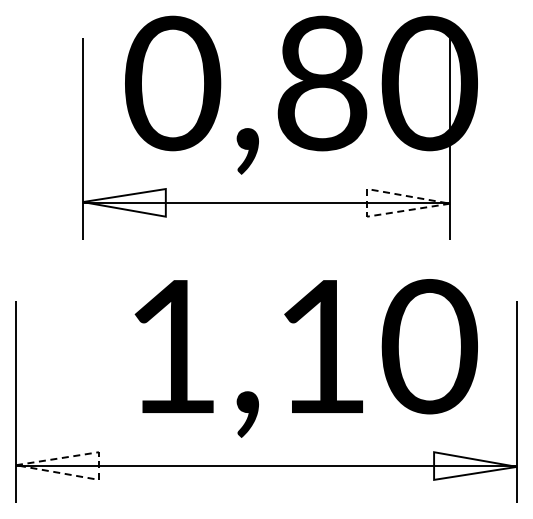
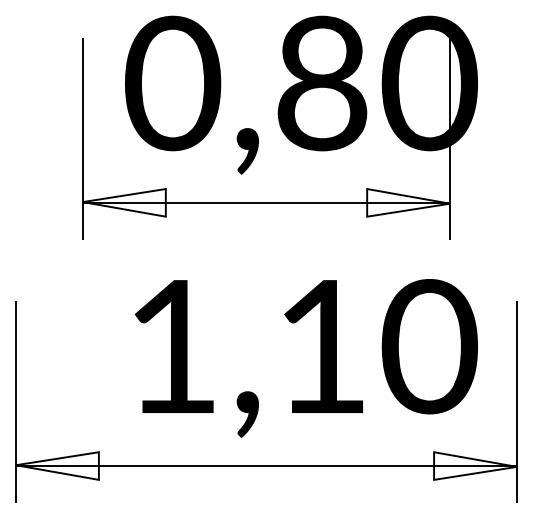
line at (367, 201): dashed -> solid
line at (98, 467): dashed -> solid
